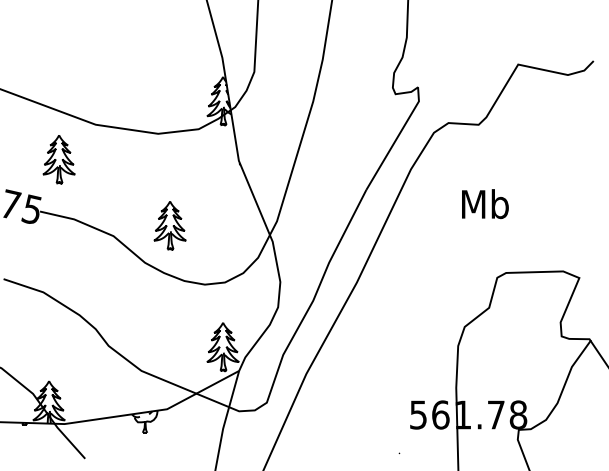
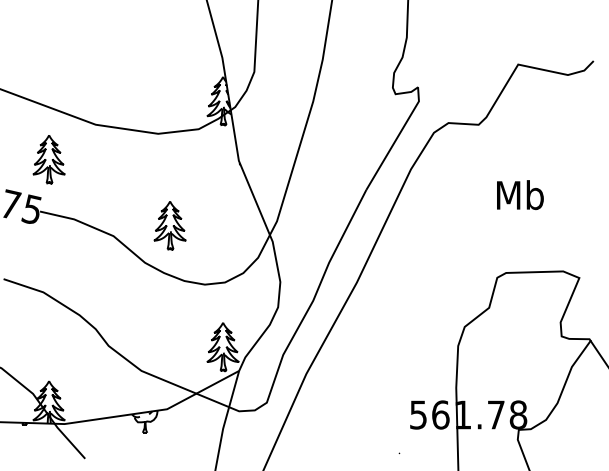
part at (58, 159) position: (58, 159) -> (48, 159)
text at (485, 204) position: (485, 204) -> (520, 195)
